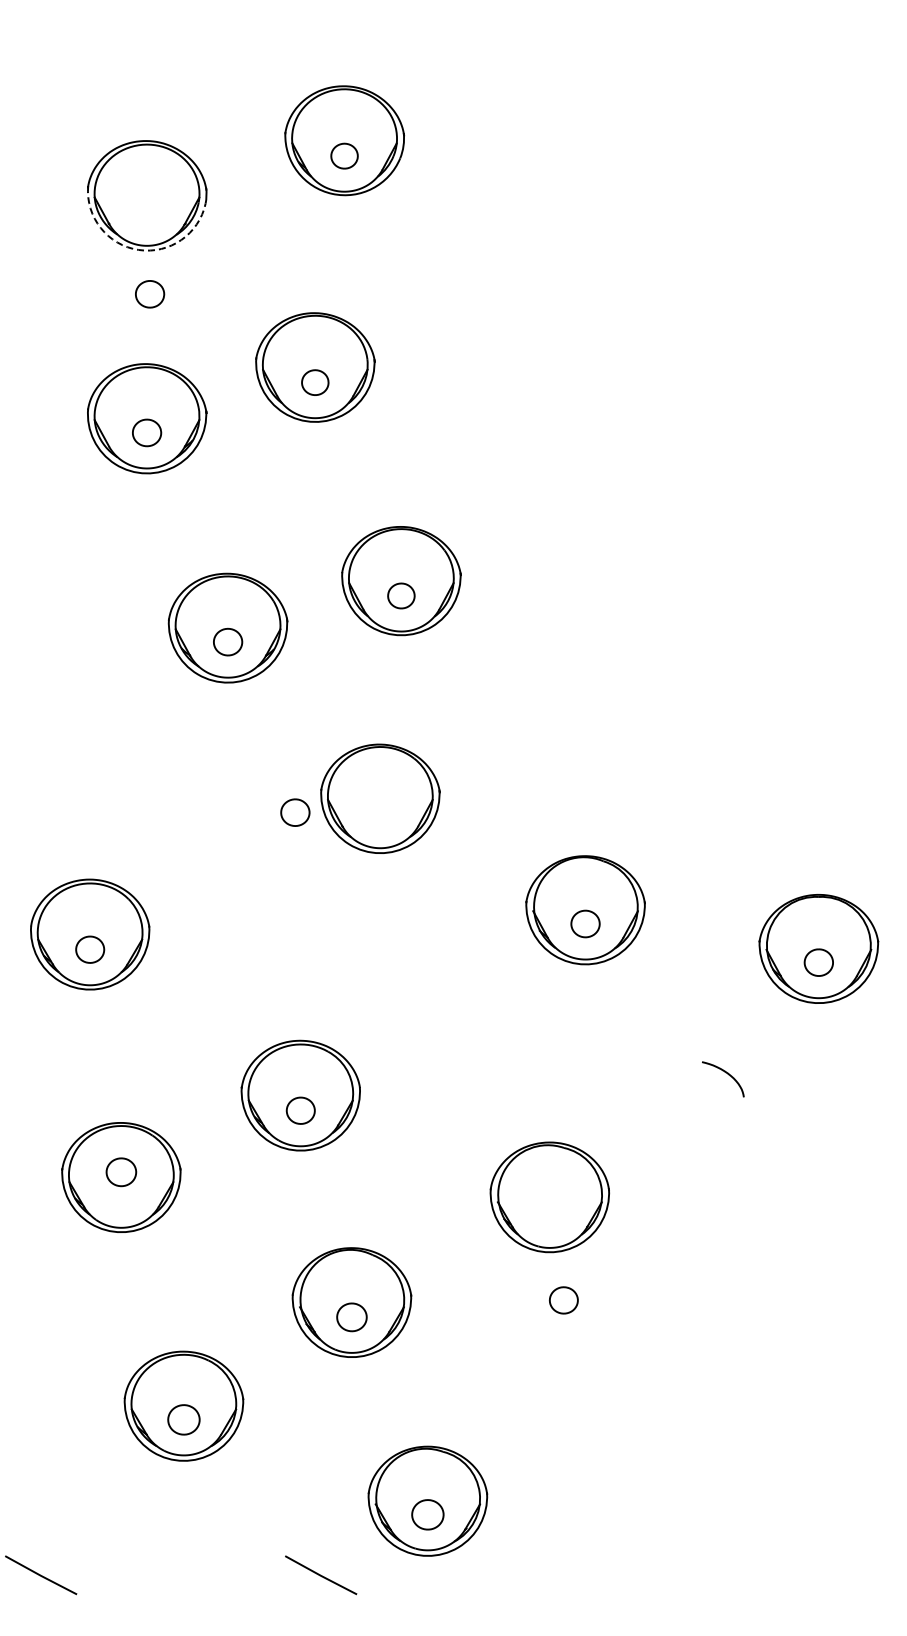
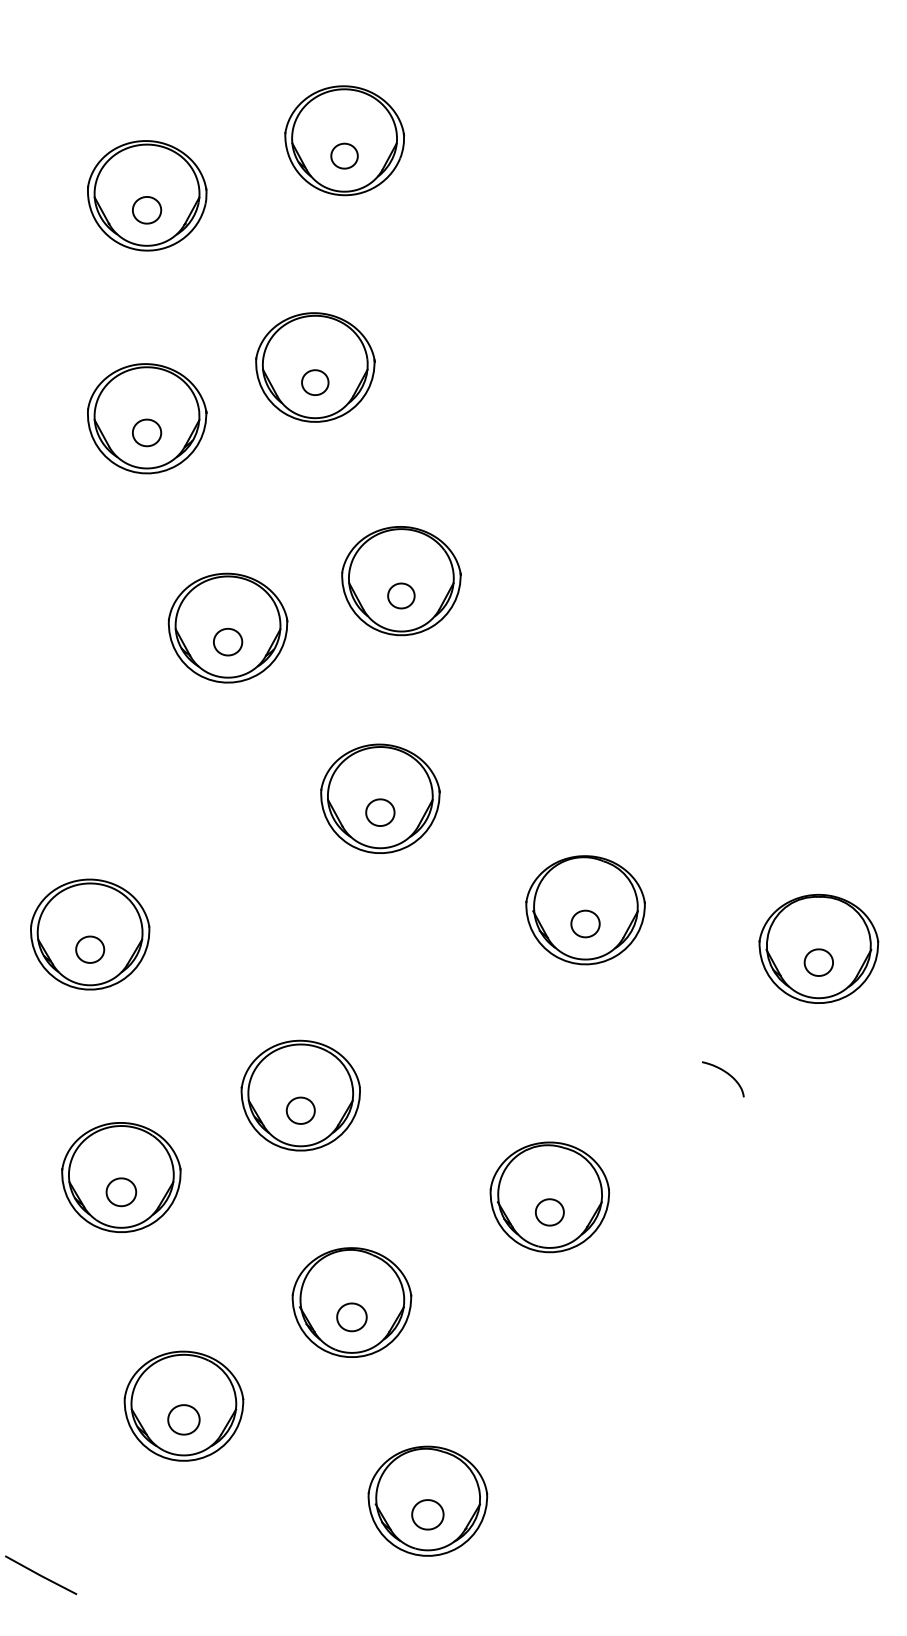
arc at (138, 249): dashed -> solid
part at (150, 294) position: (150, 294) -> (147, 210)
part at (295, 812) position: (295, 812) -> (380, 812)
part at (121, 1172) position: (121, 1172) -> (121, 1192)
part at (563, 1300) position: (563, 1300) -> (549, 1212)
line at (321, 1575): present -> none
